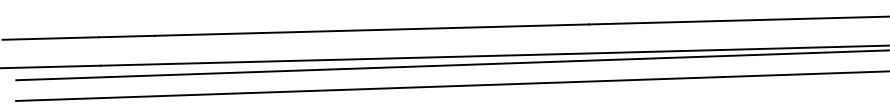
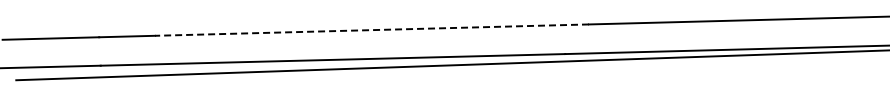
line at (371, 30): solid -> dashed
line at (451, 85): present -> none
